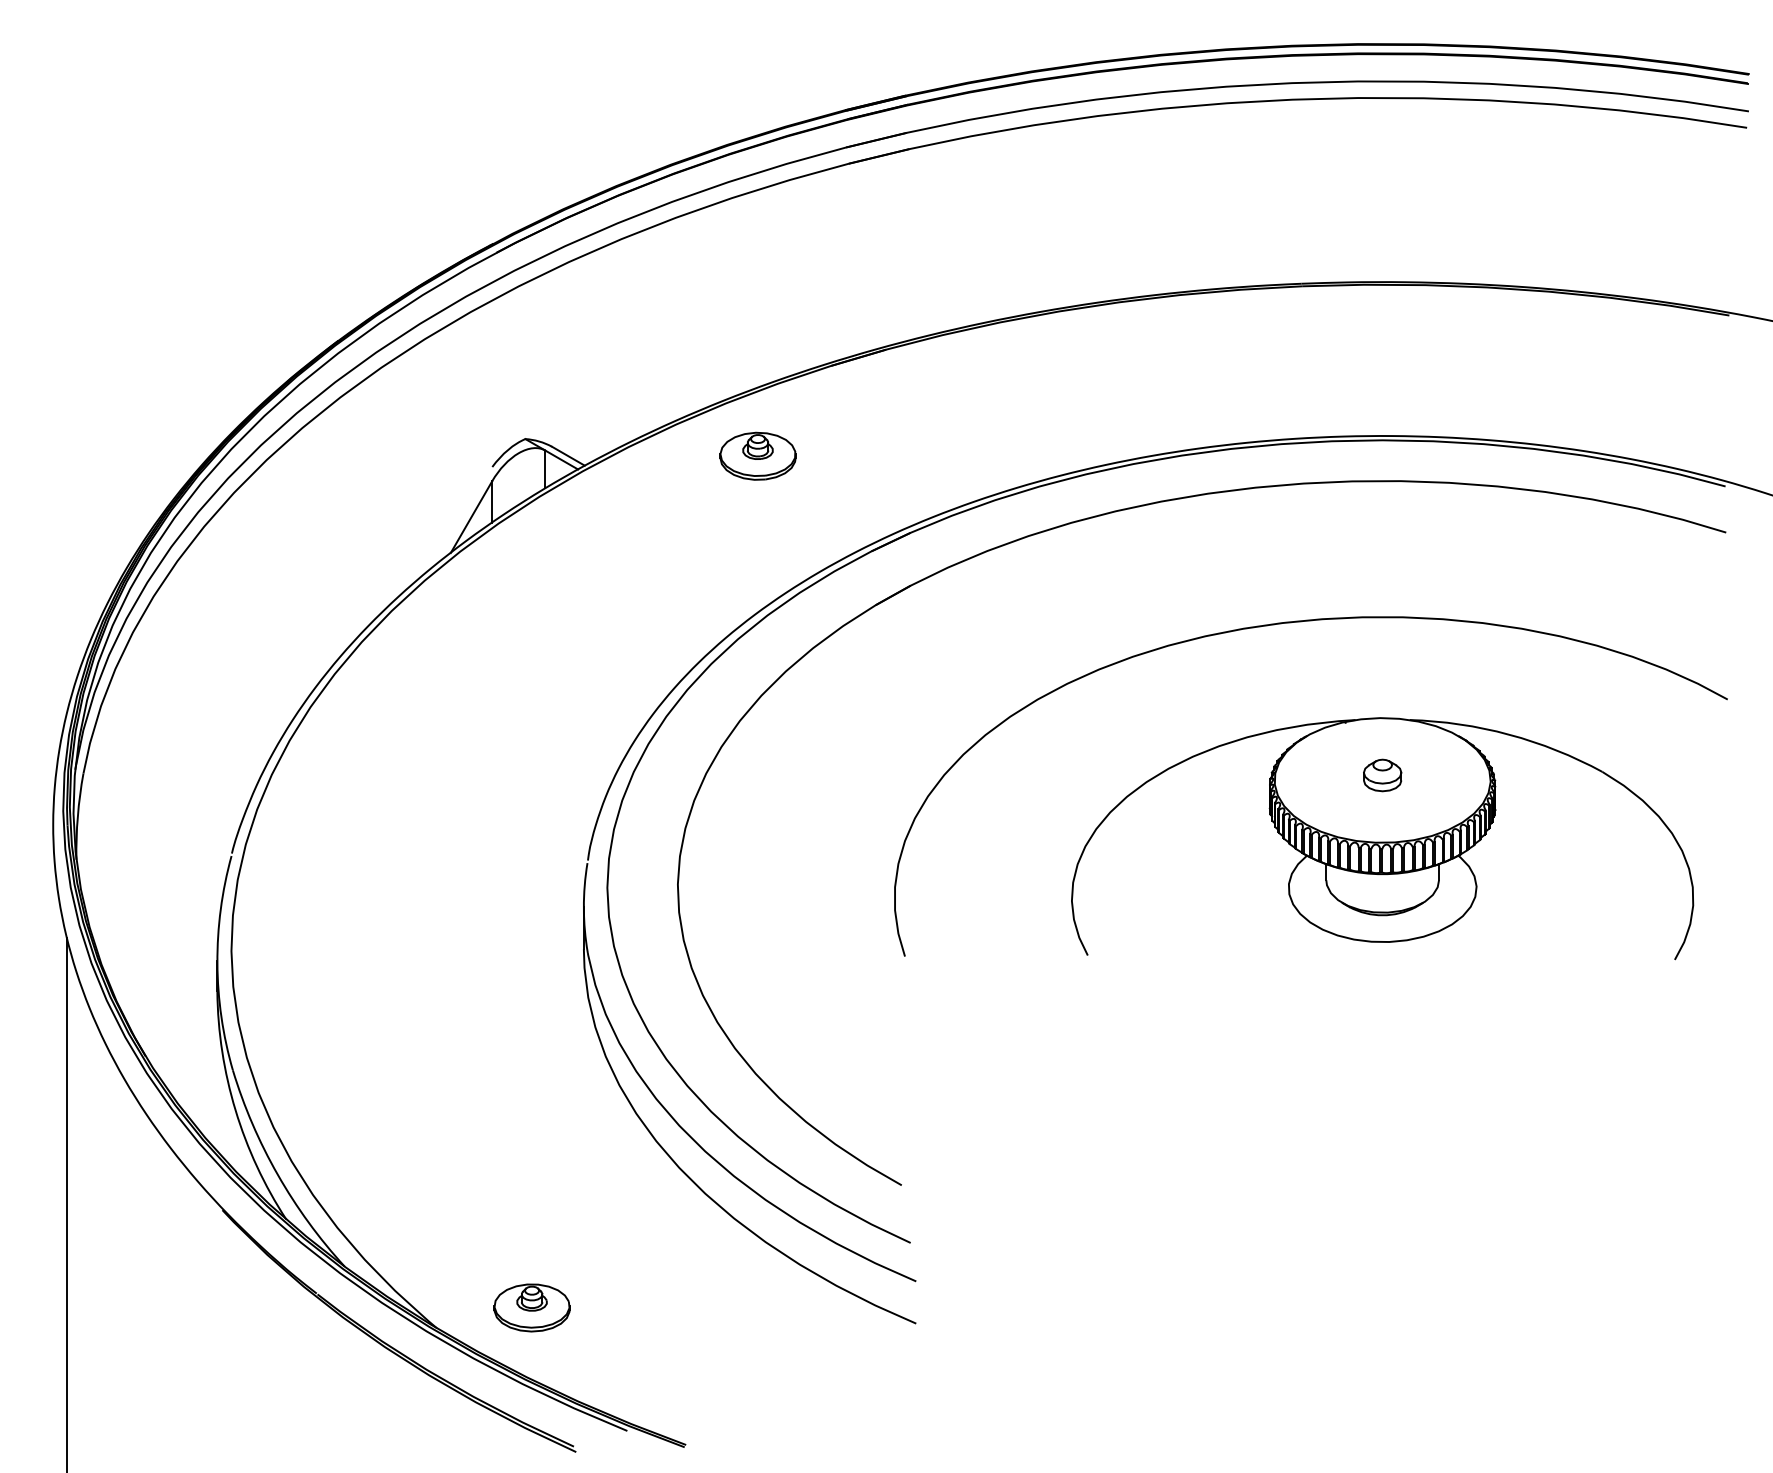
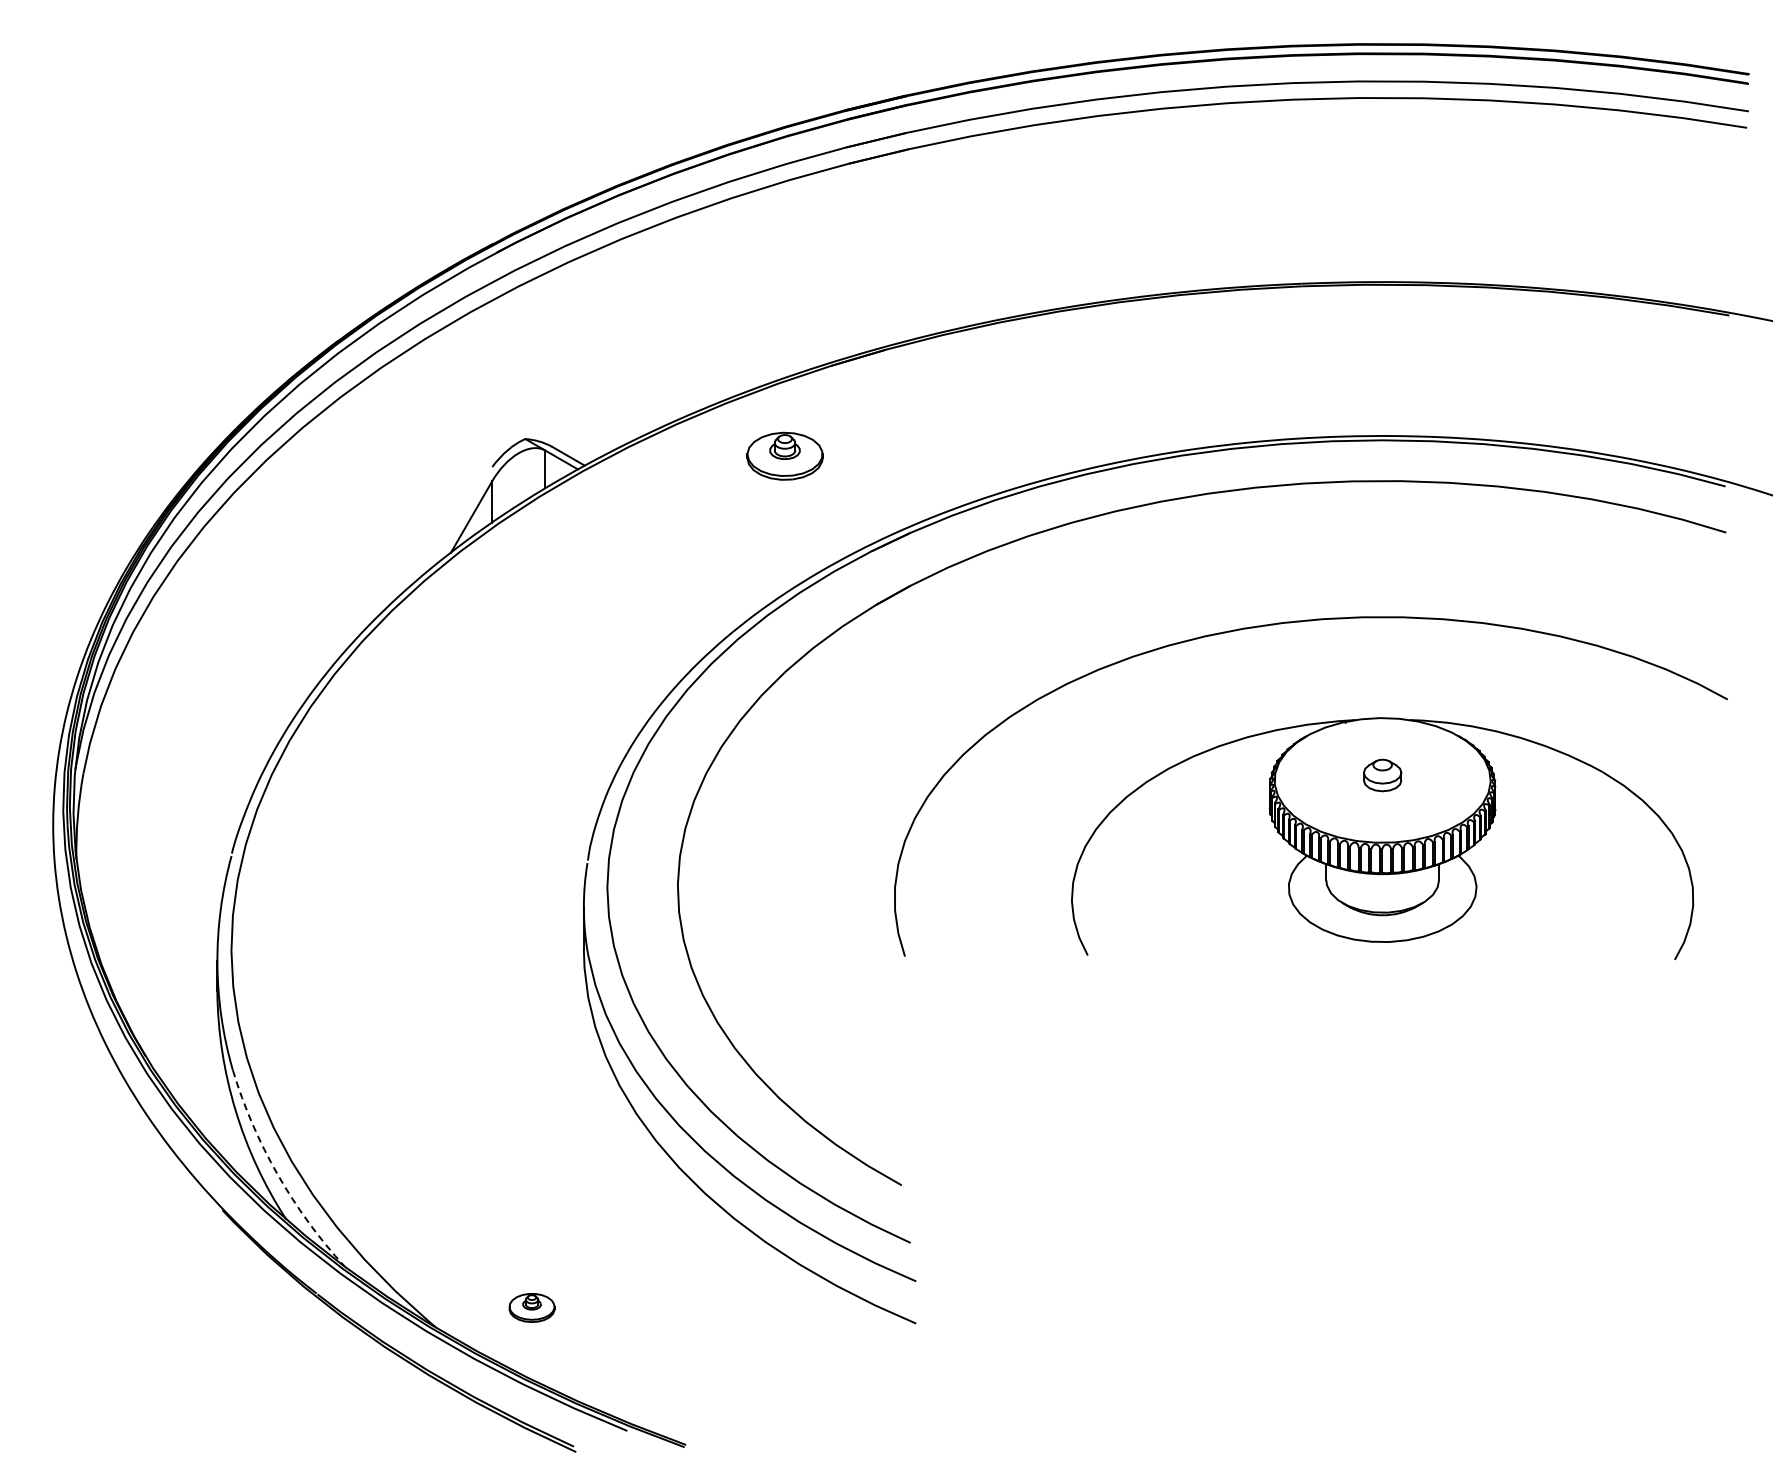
part at (757, 455) position: (757, 455) -> (784, 455)
arc at (277, 1174): solid -> dashed
line at (66, 1203): present -> none
part at (531, 1307) size: 78x50 px -> 48x30 px
